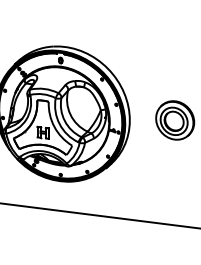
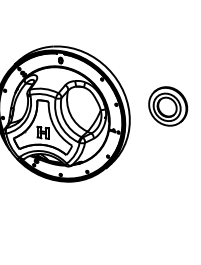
part at (175, 120) position: (175, 120) -> (168, 106)
line at (99, 215): present -> none
